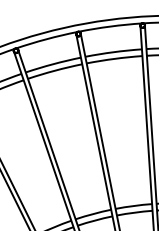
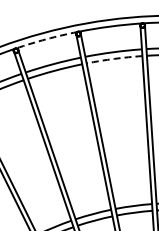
arc at (46, 39): solid -> dashed
arc at (114, 58): solid -> dashed
